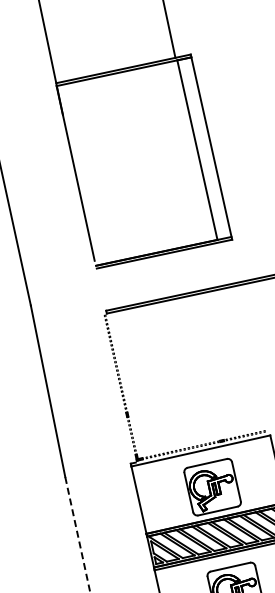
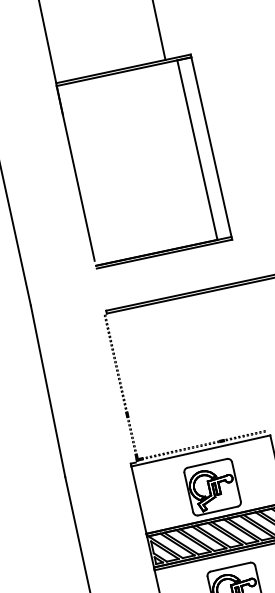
line at (169, 29) position: (169, 29) -> (159, 30)
line at (77, 535): dashed -> solid
